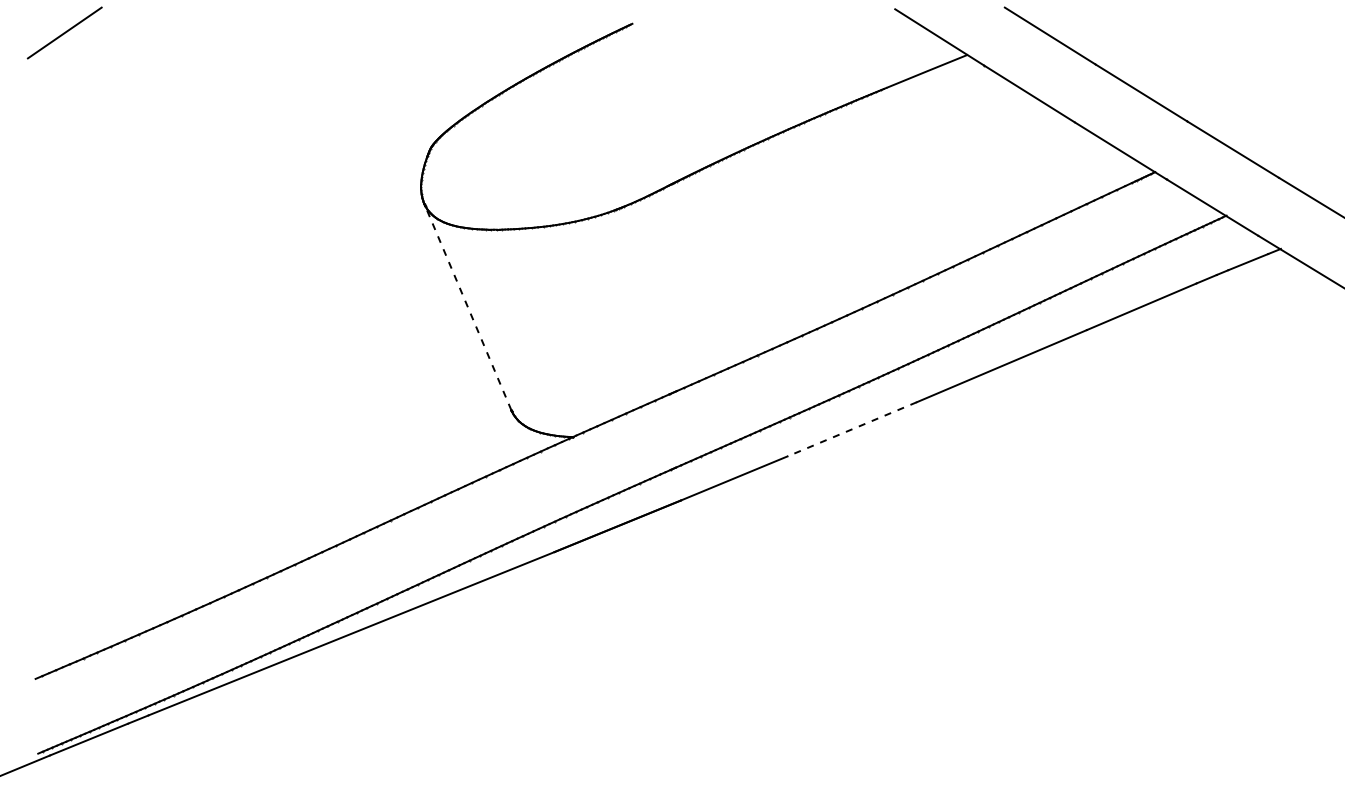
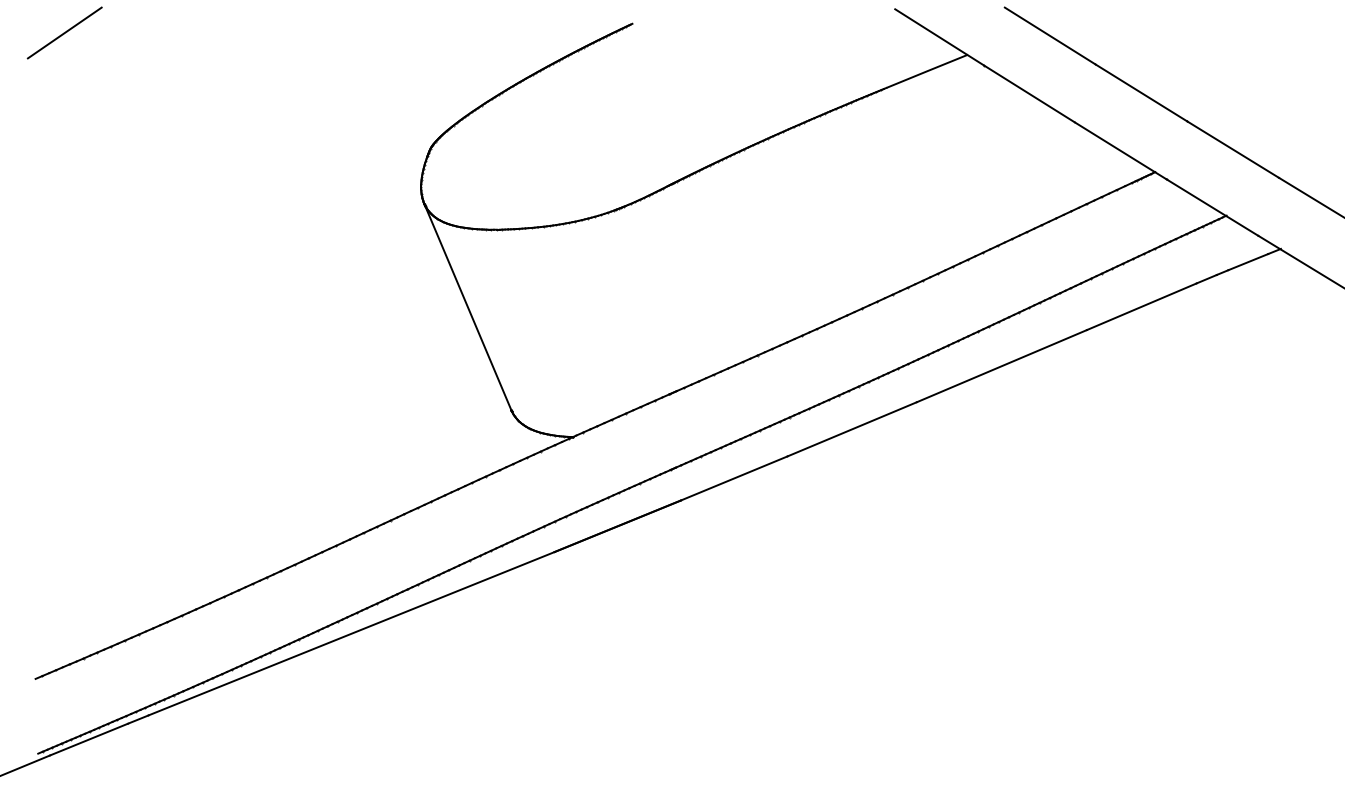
line at (467, 306): dashed -> solid
line at (851, 429): dashed -> solid
